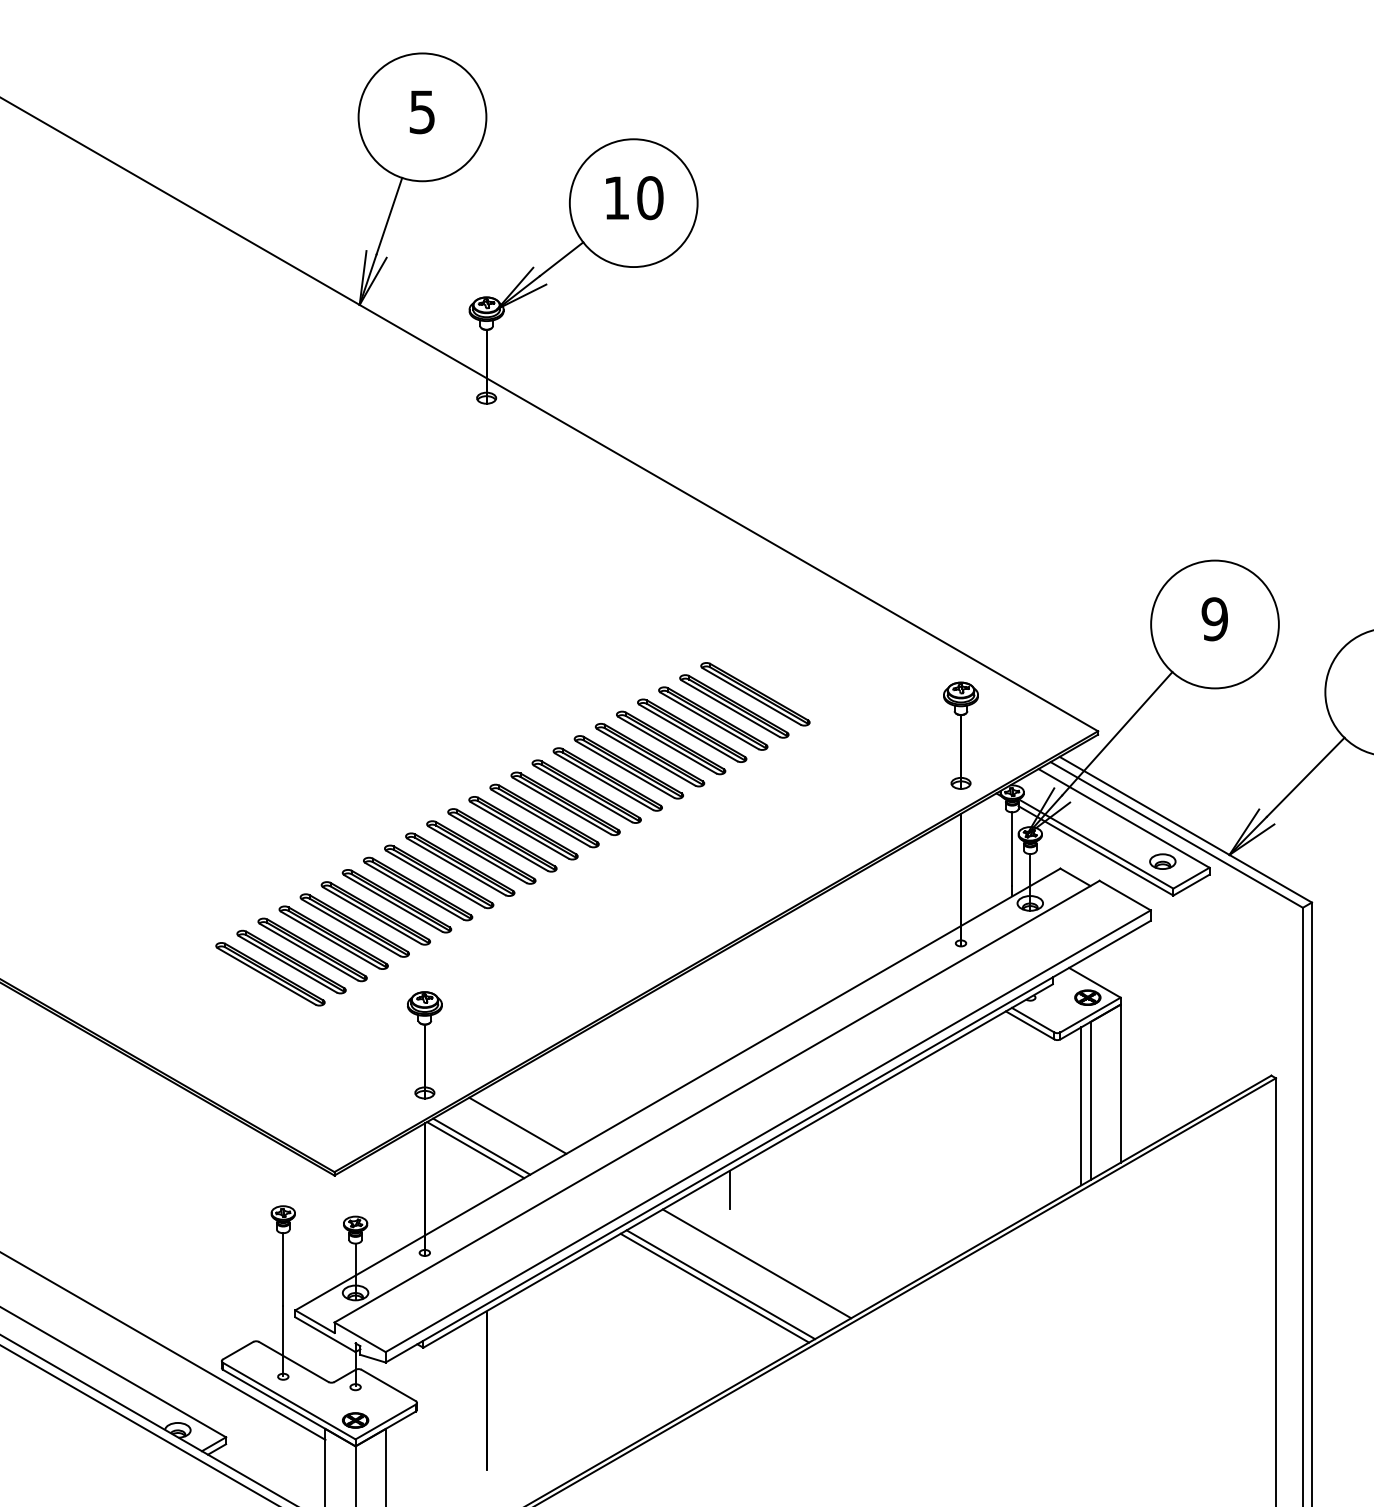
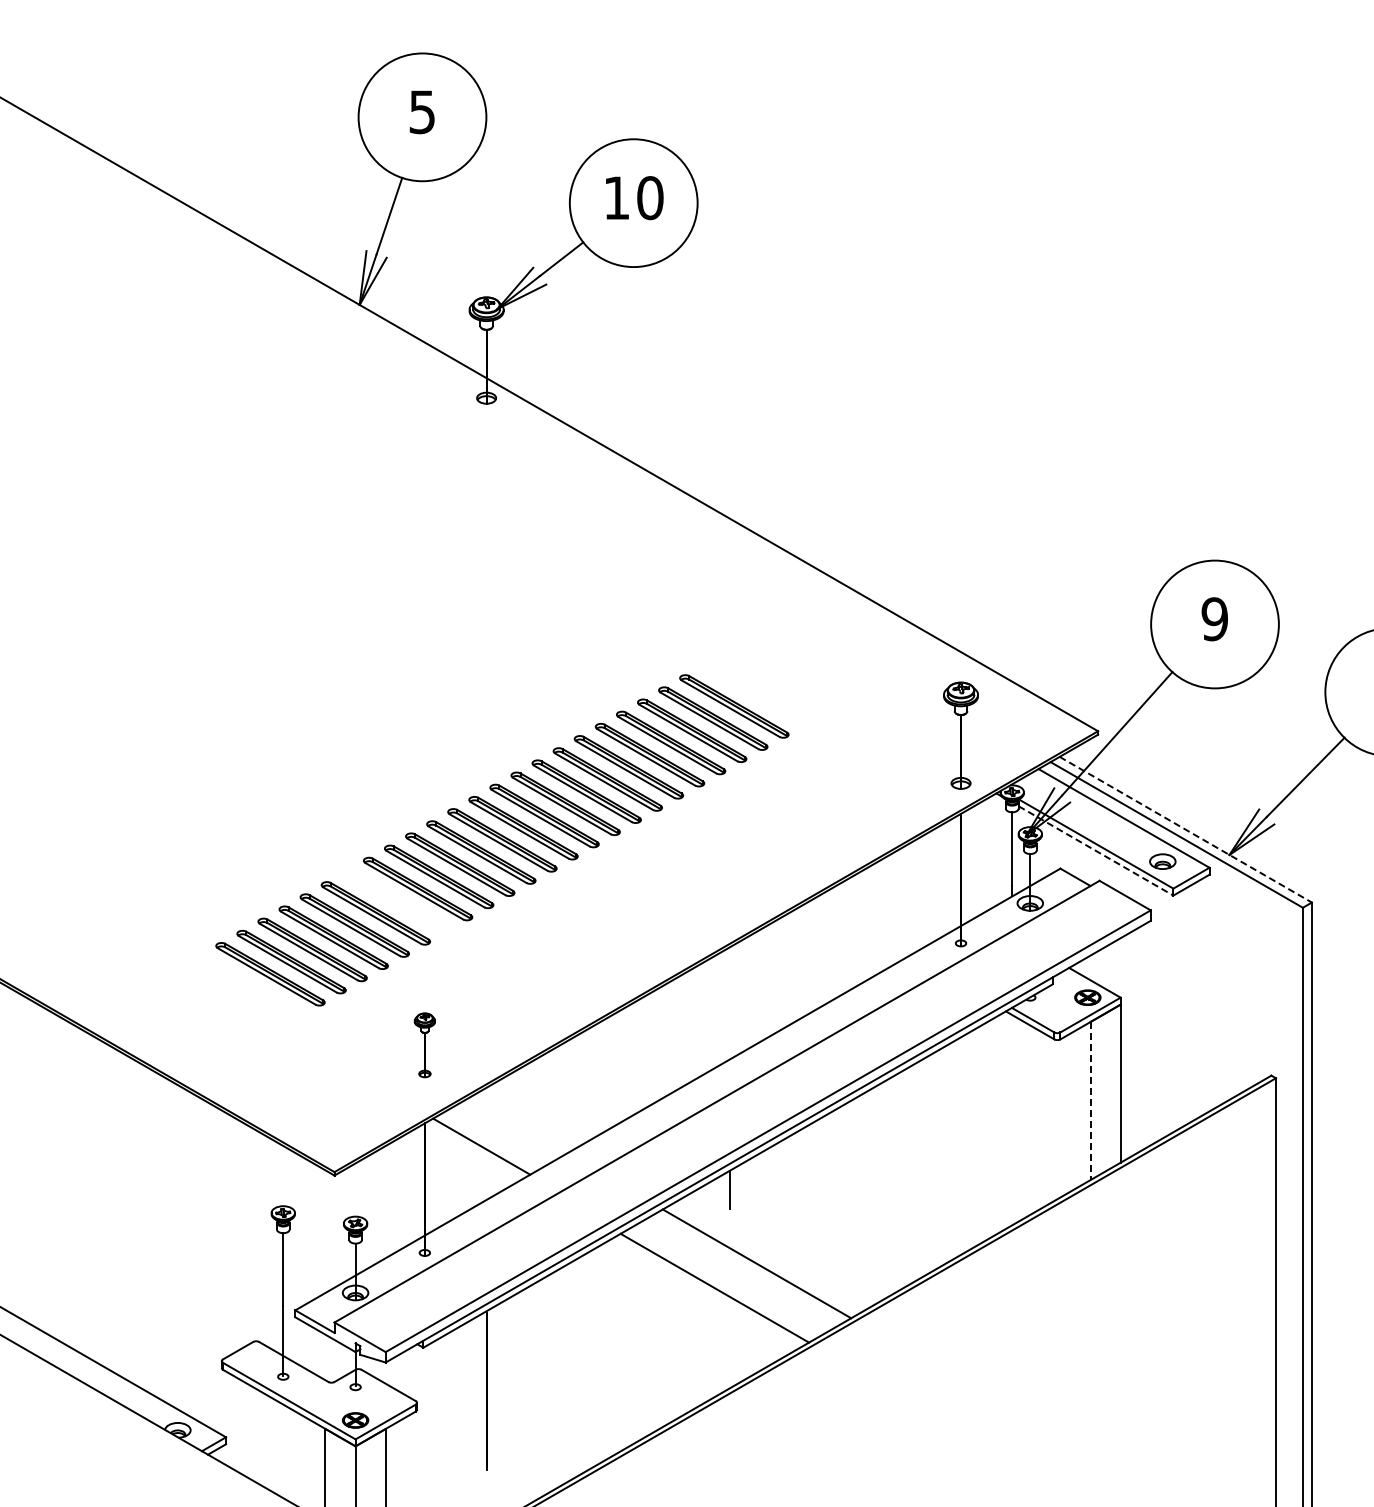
part at (755, 694): present -> none
line at (1185, 829): solid -> dashed
line at (1096, 851): solid -> dashed
part at (396, 901): present -> none
part at (424, 1045) size: 36x109 px -> 23x67 px
line at (1090, 1101): solid -> dashed
line at (1081, 1106): present -> none
line at (517, 1125): present -> none
line at (475, 1150): present -> none
line at (720, 1284): present -> none
line at (163, 1346): present -> none
line at (138, 1424): present -> none
